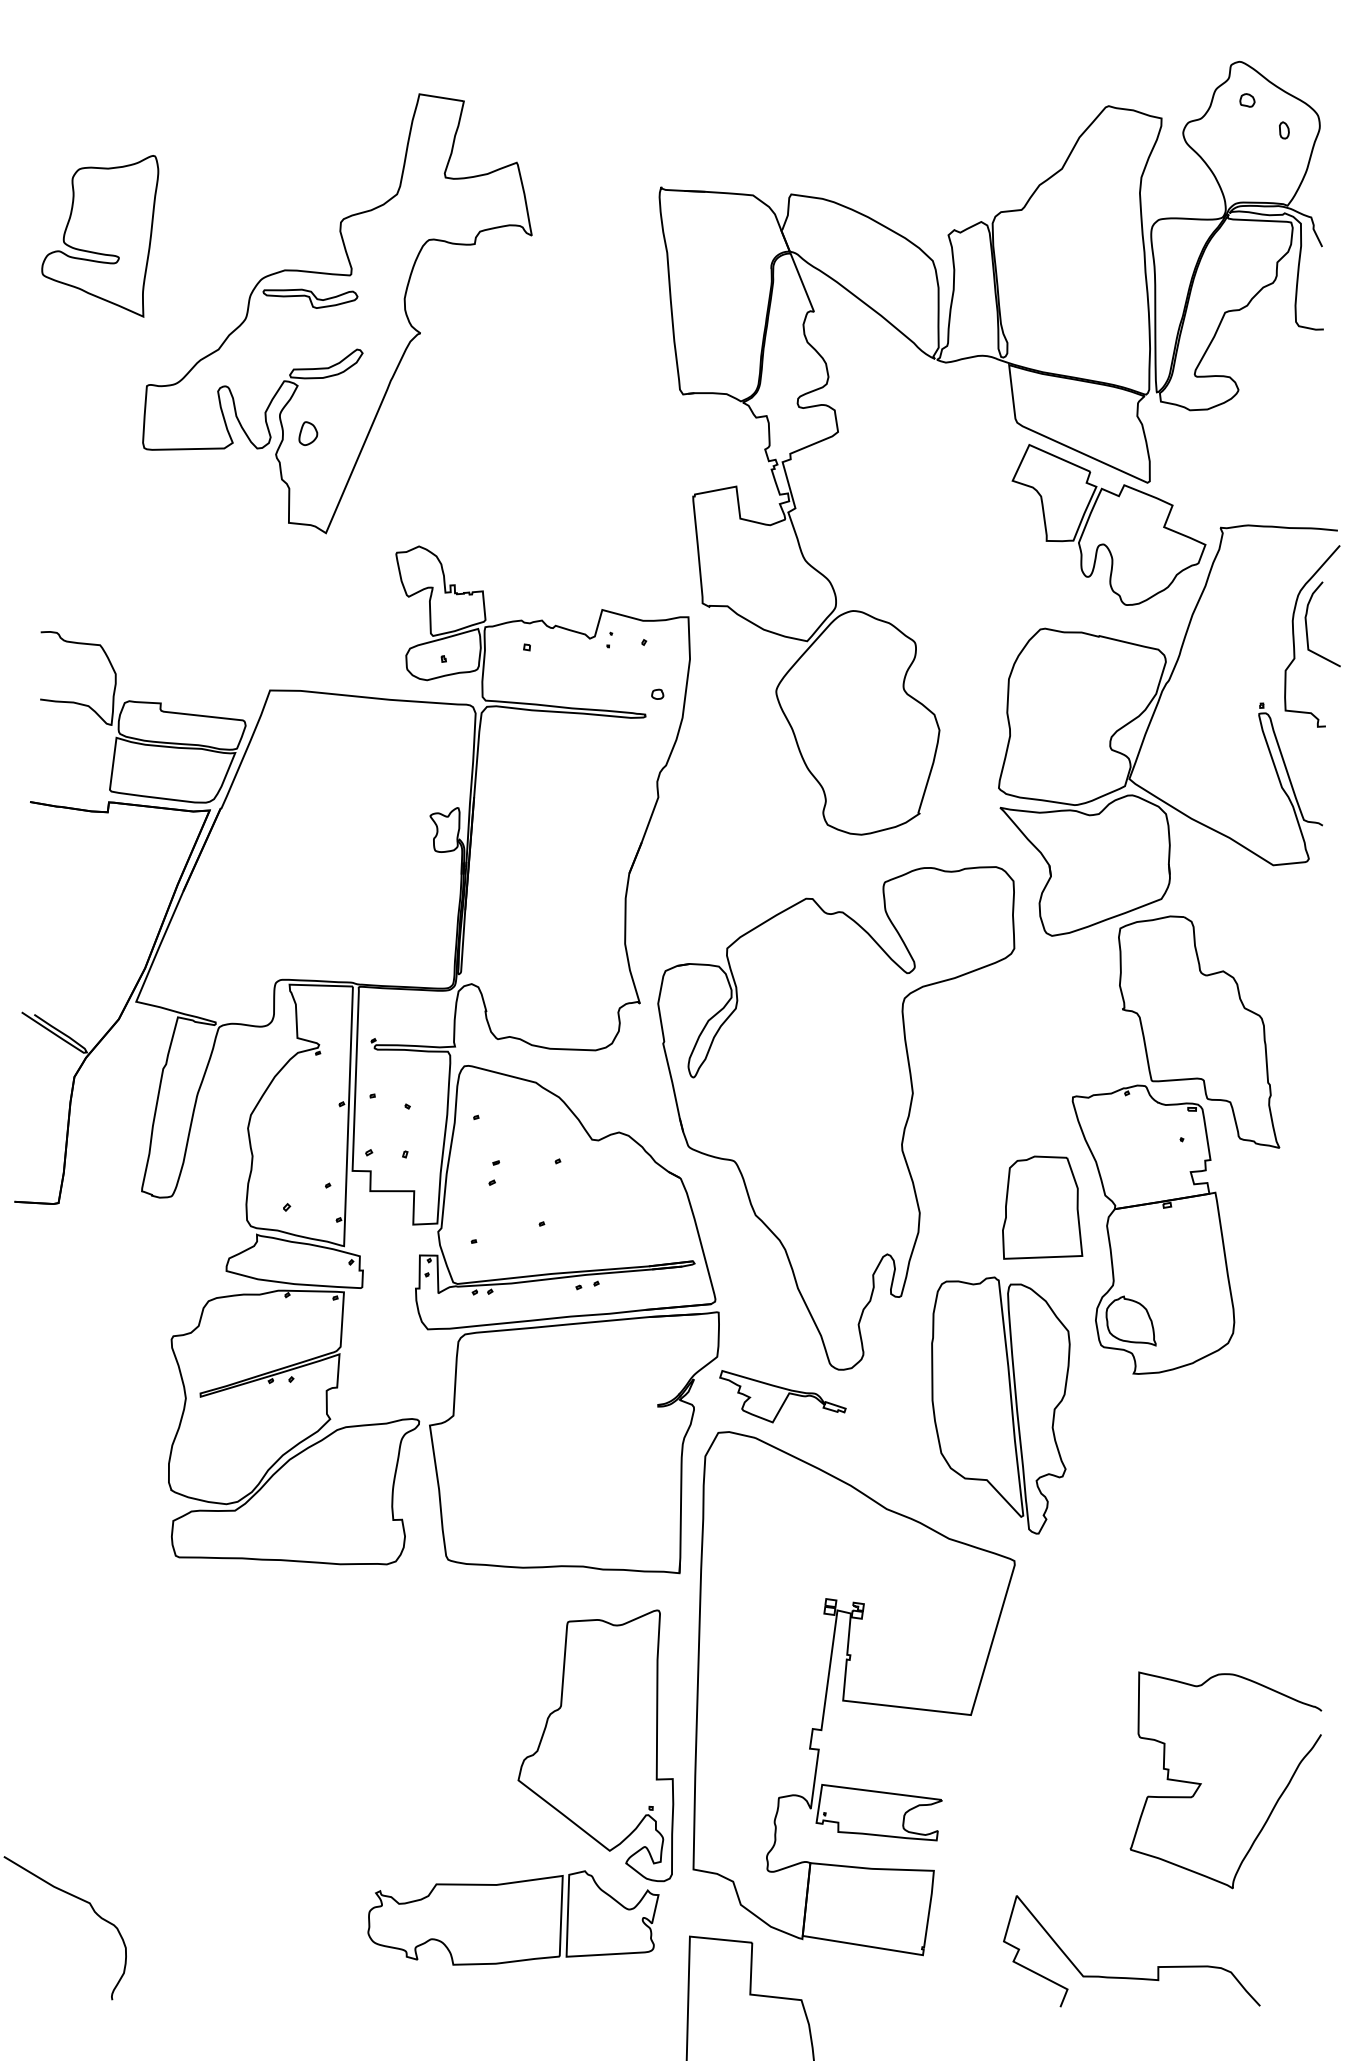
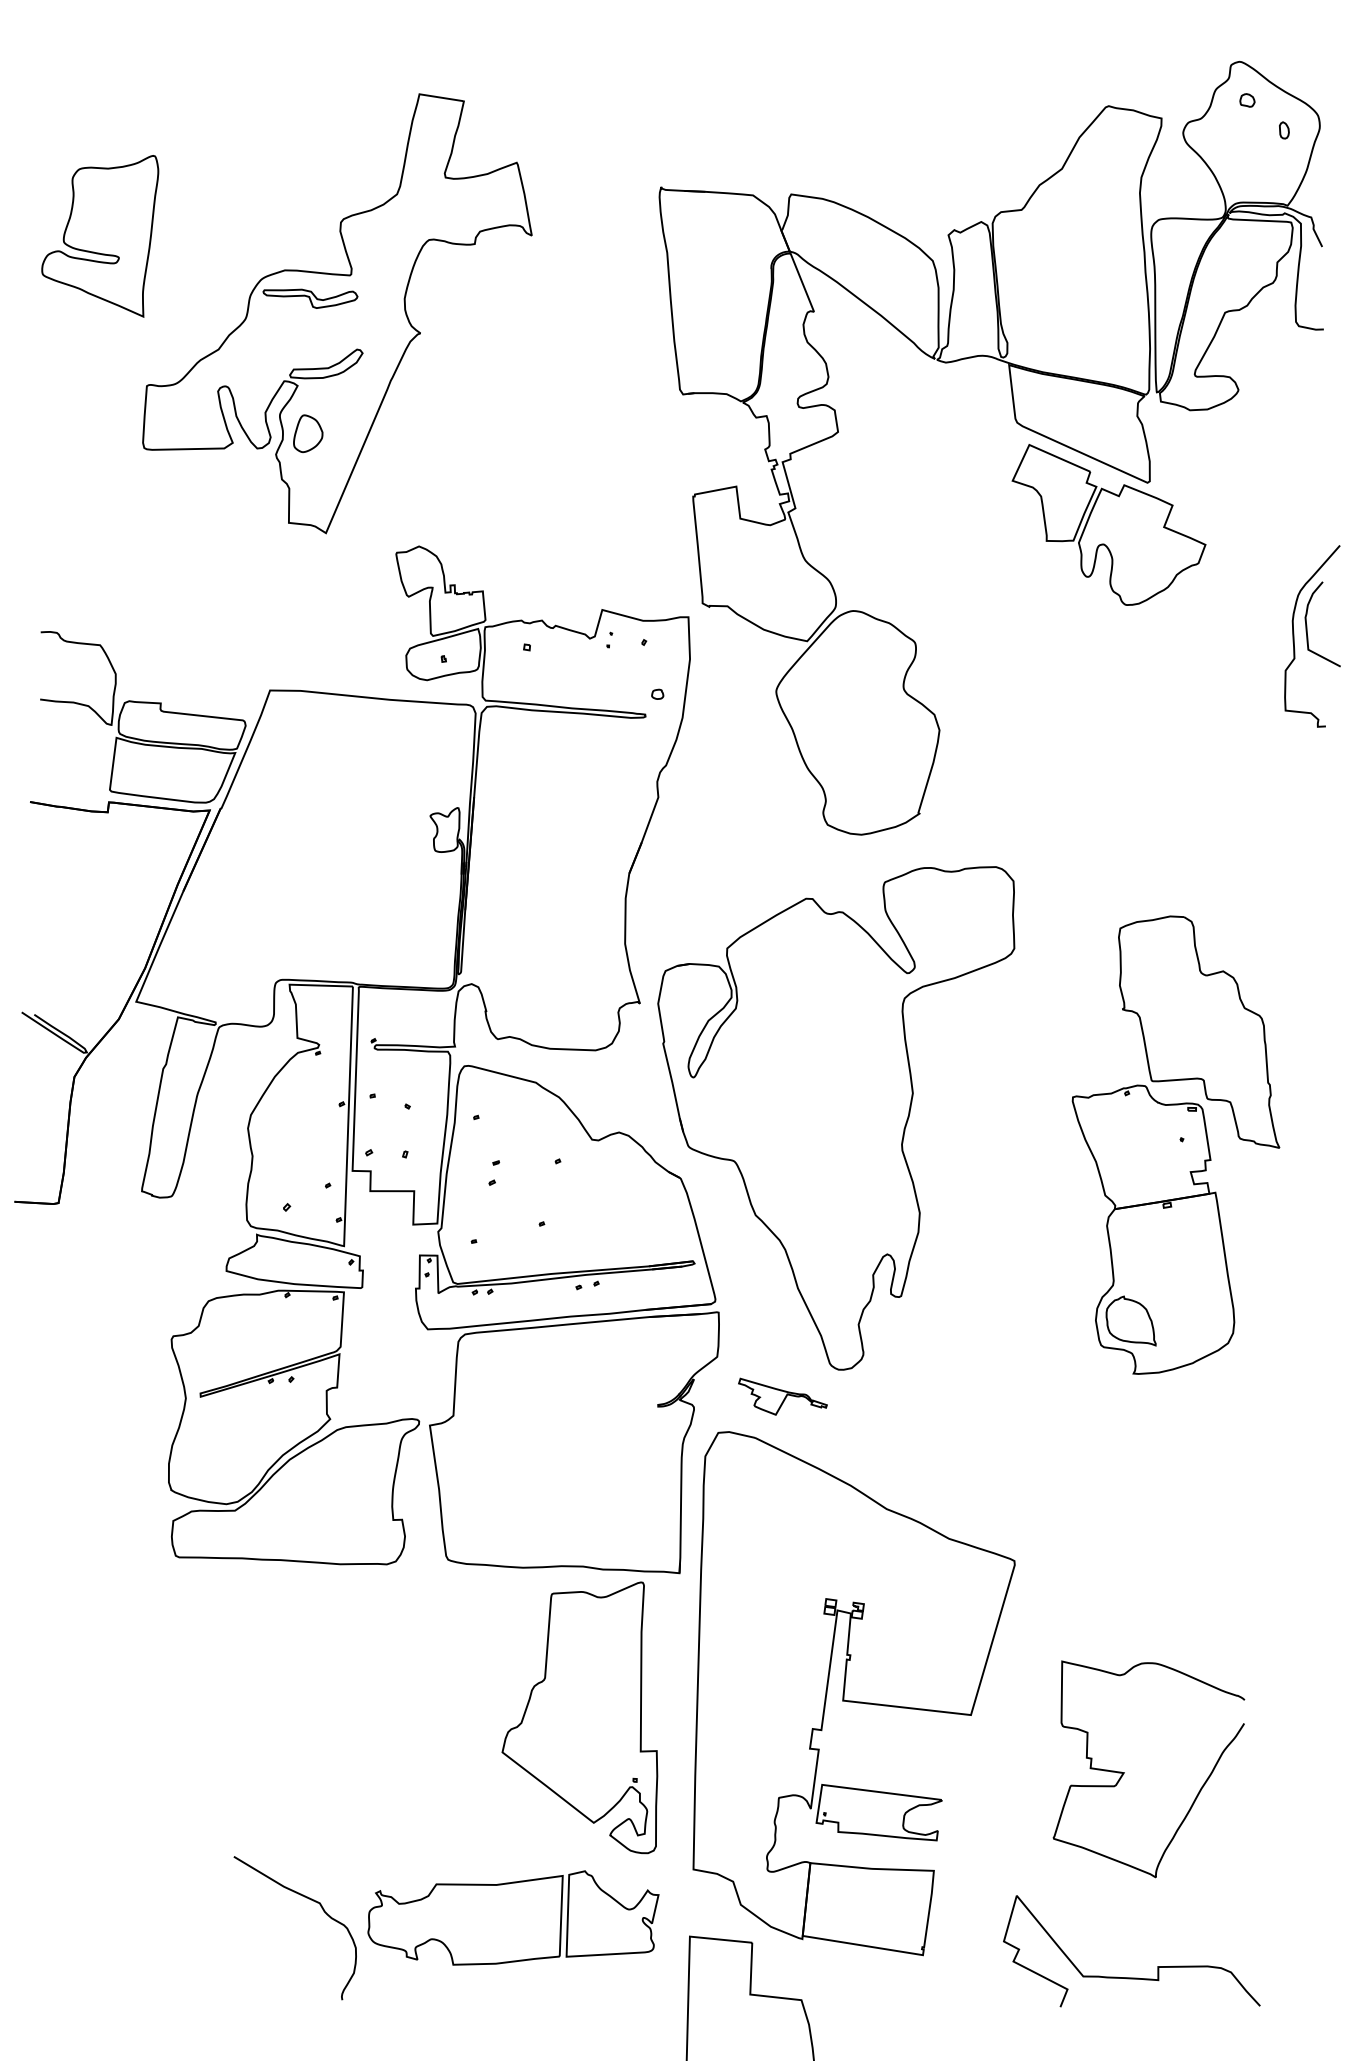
part at (308, 433) size: 21x25 px -> 31x39 px
part at (1151, 722): present -> none
part at (1042, 1207): present -> none
part at (782, 1396) size: 128x54 px -> 90x39 px
part at (1000, 1405): present -> none
part at (595, 1745) position: (595, 1745) -> (579, 1717)
curve at (1201, 1783) position: (1201, 1783) -> (1124, 1772)
curve at (78, 1899) position: (78, 1899) -> (308, 1899)
